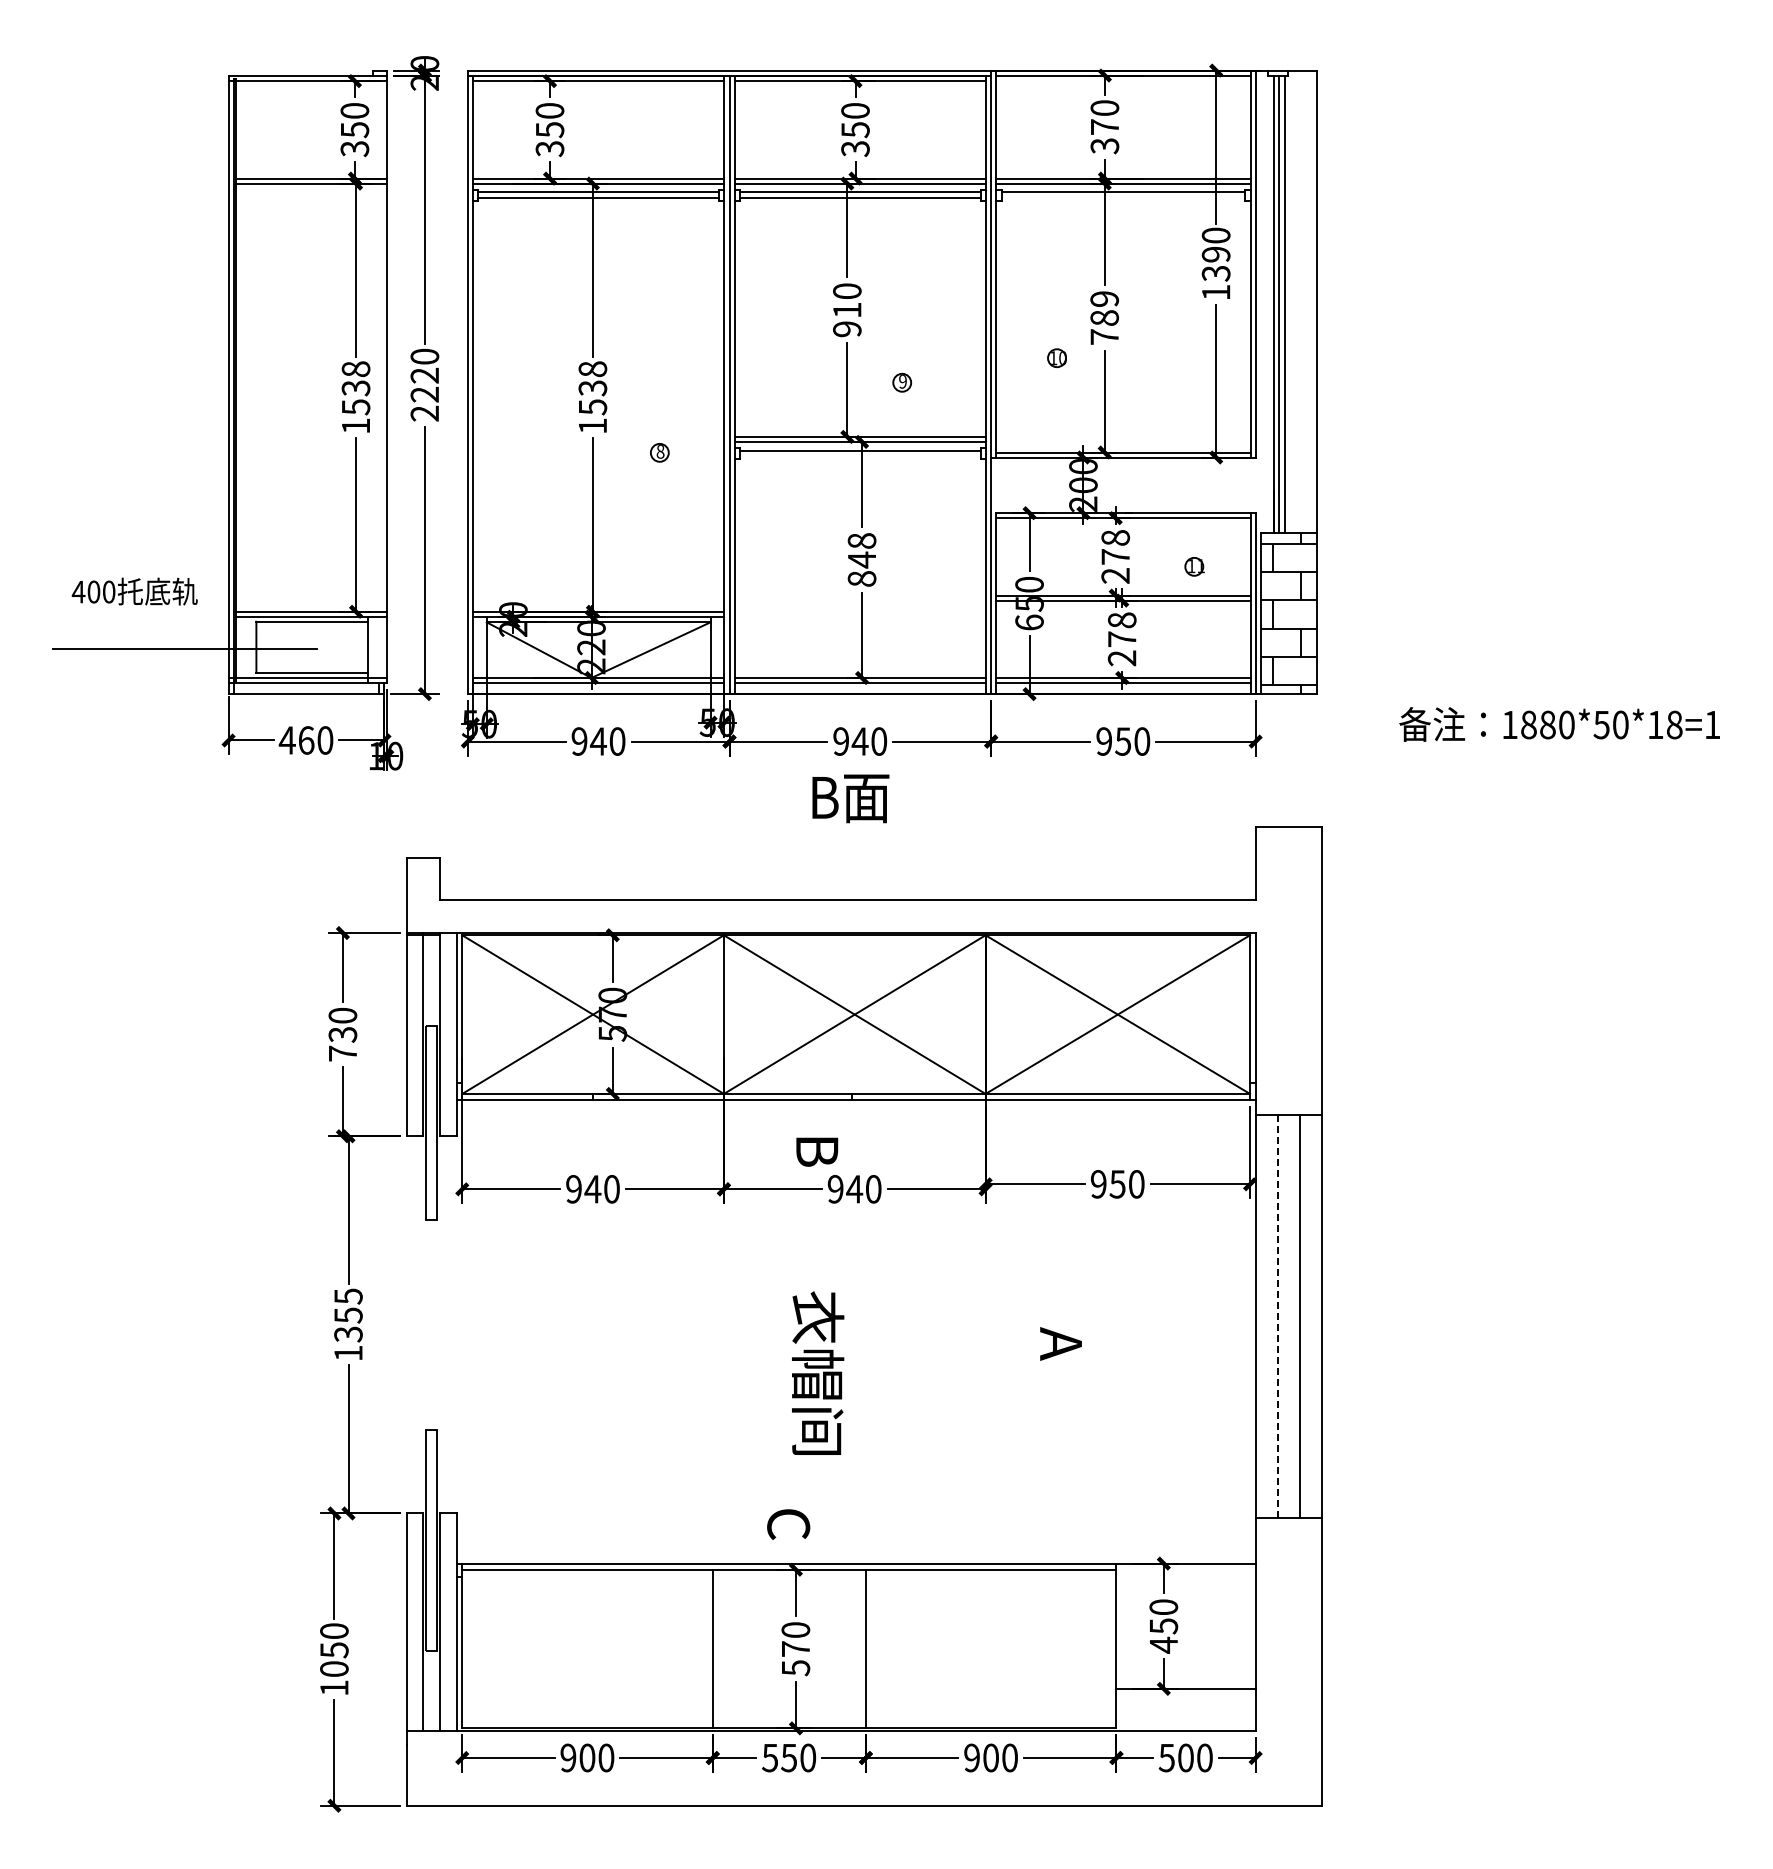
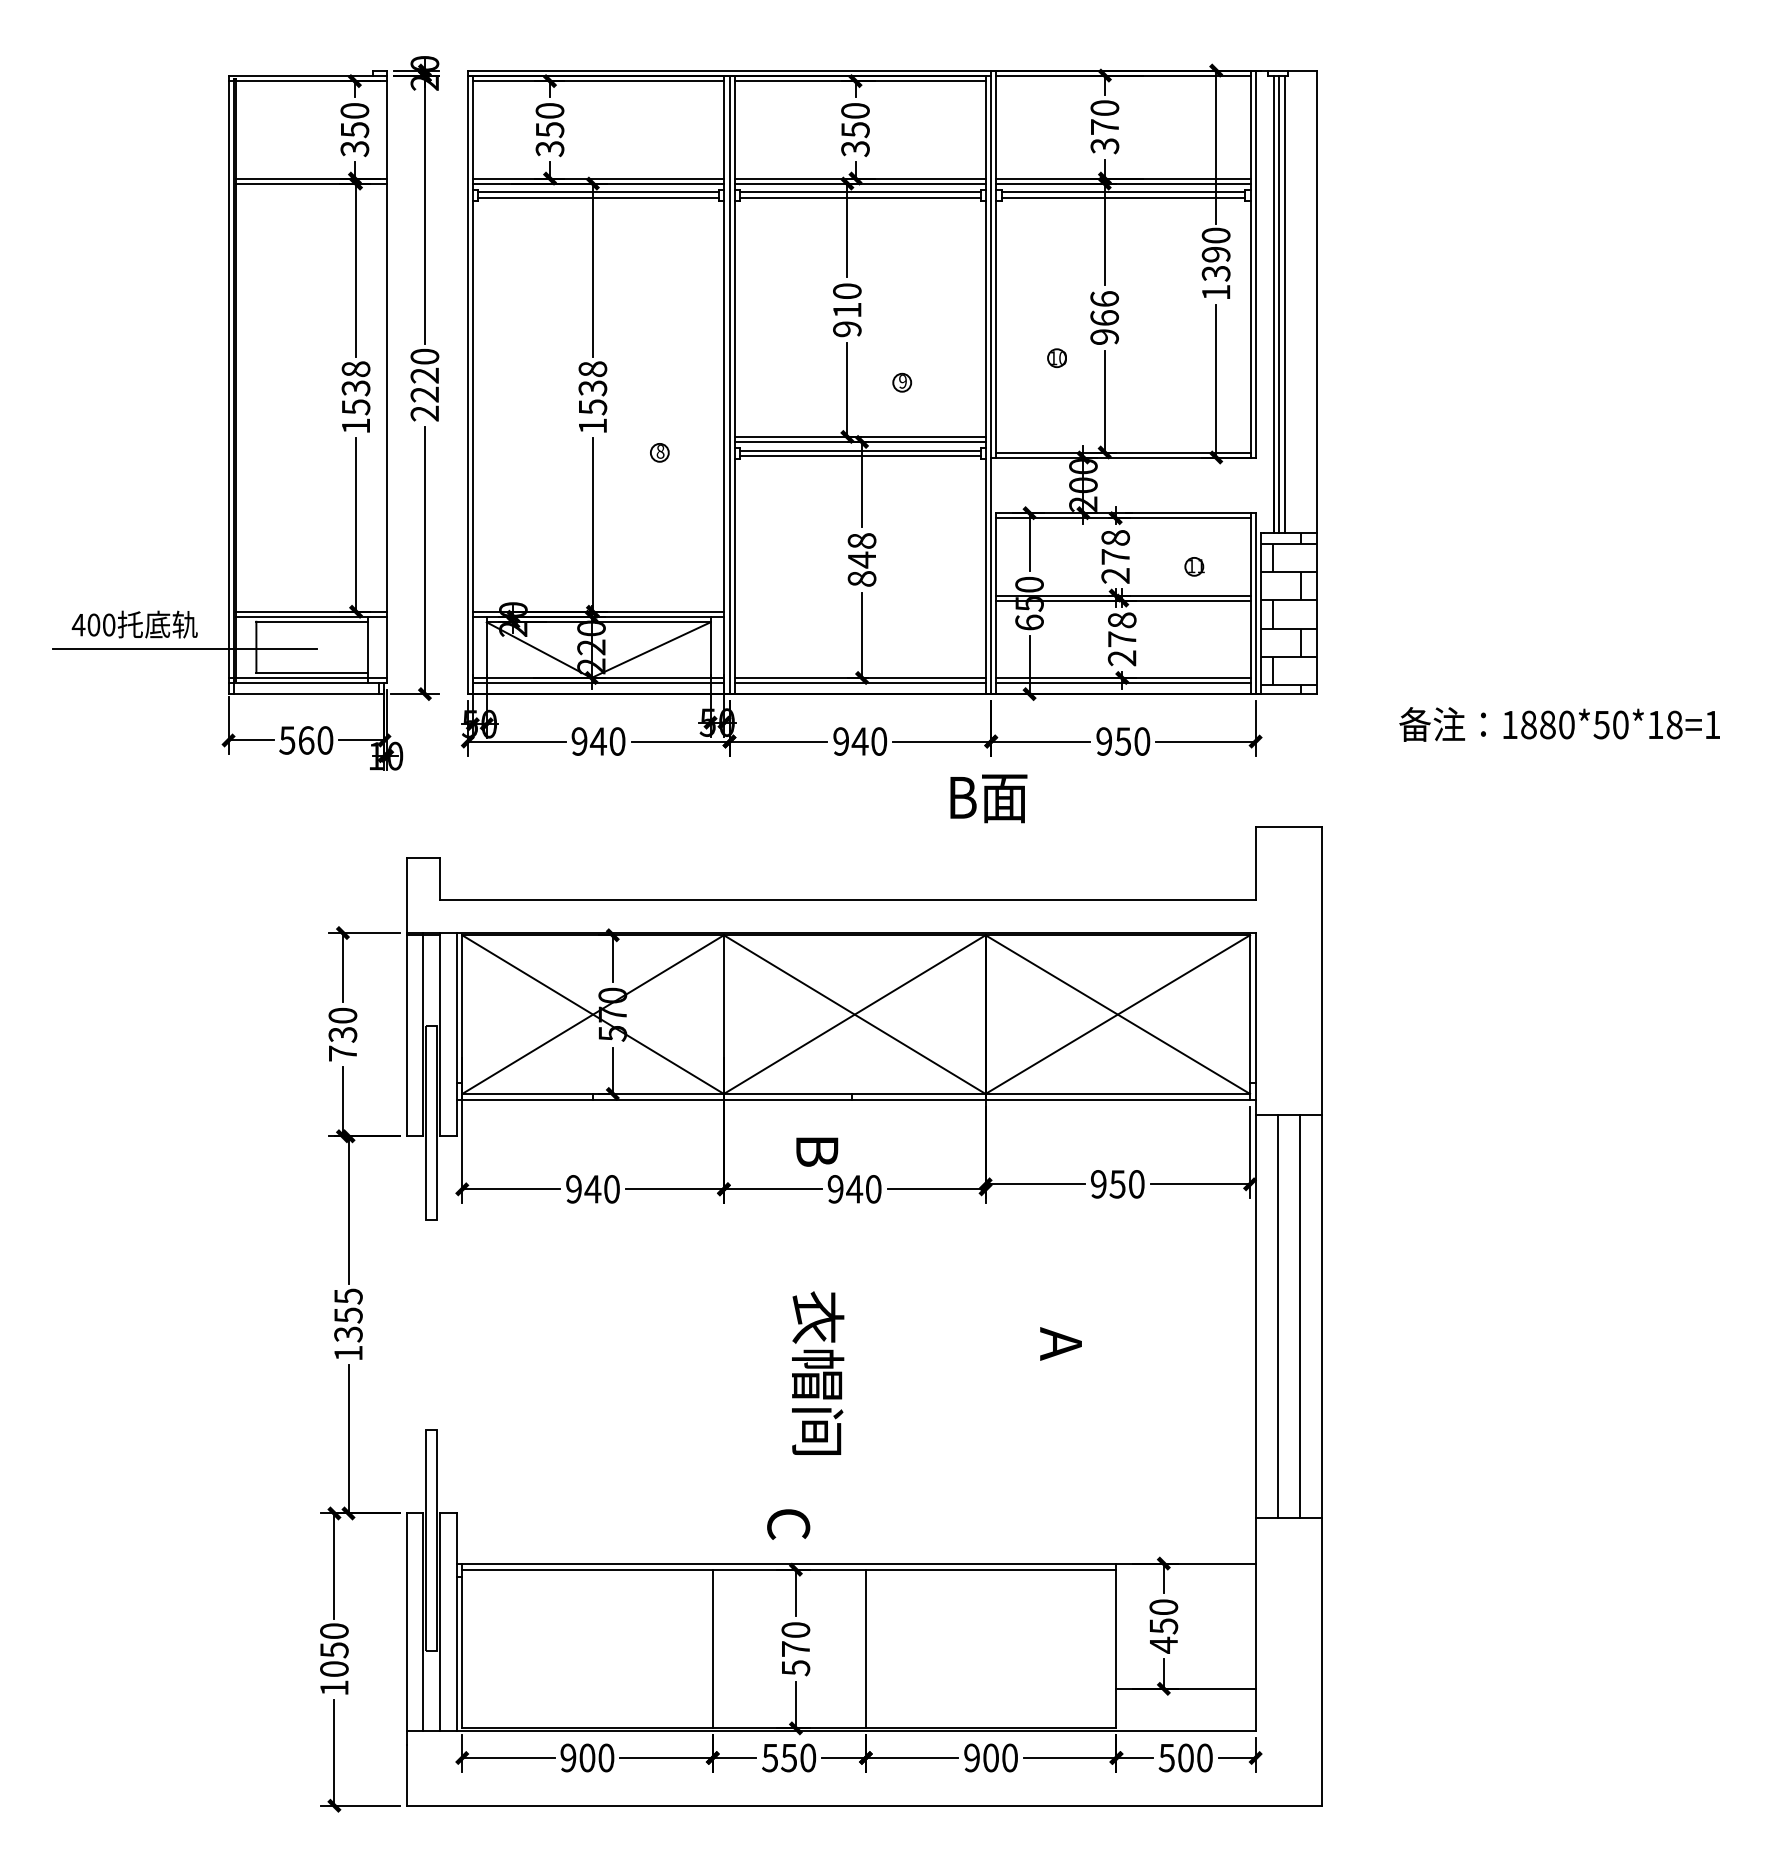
line at (1123, 197): none -> present
text at (1104, 317): 789 -> 966
line at (860, 456): none -> present
text at (134, 591) position: (134, 591) -> (134, 624)
text at (286, 740): 460 -> 560
text at (850, 798) position: (850, 798) -> (988, 798)
line at (1277, 1317): dashed -> solid
